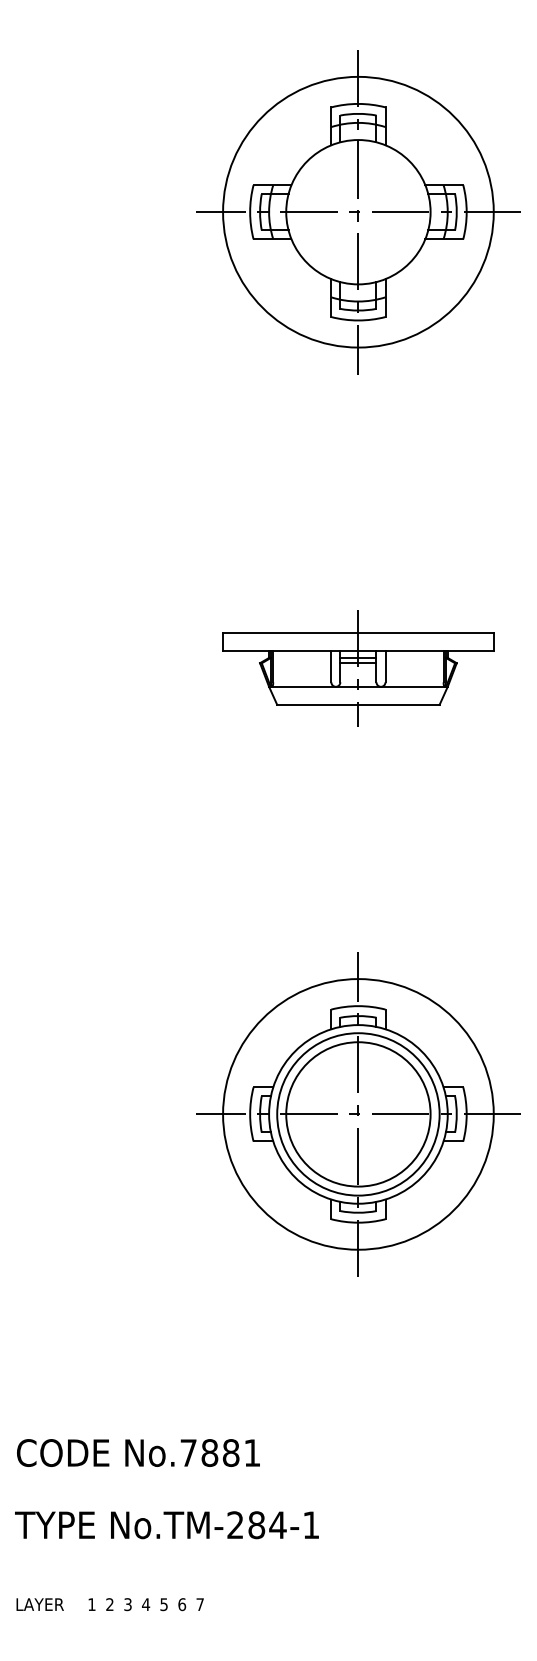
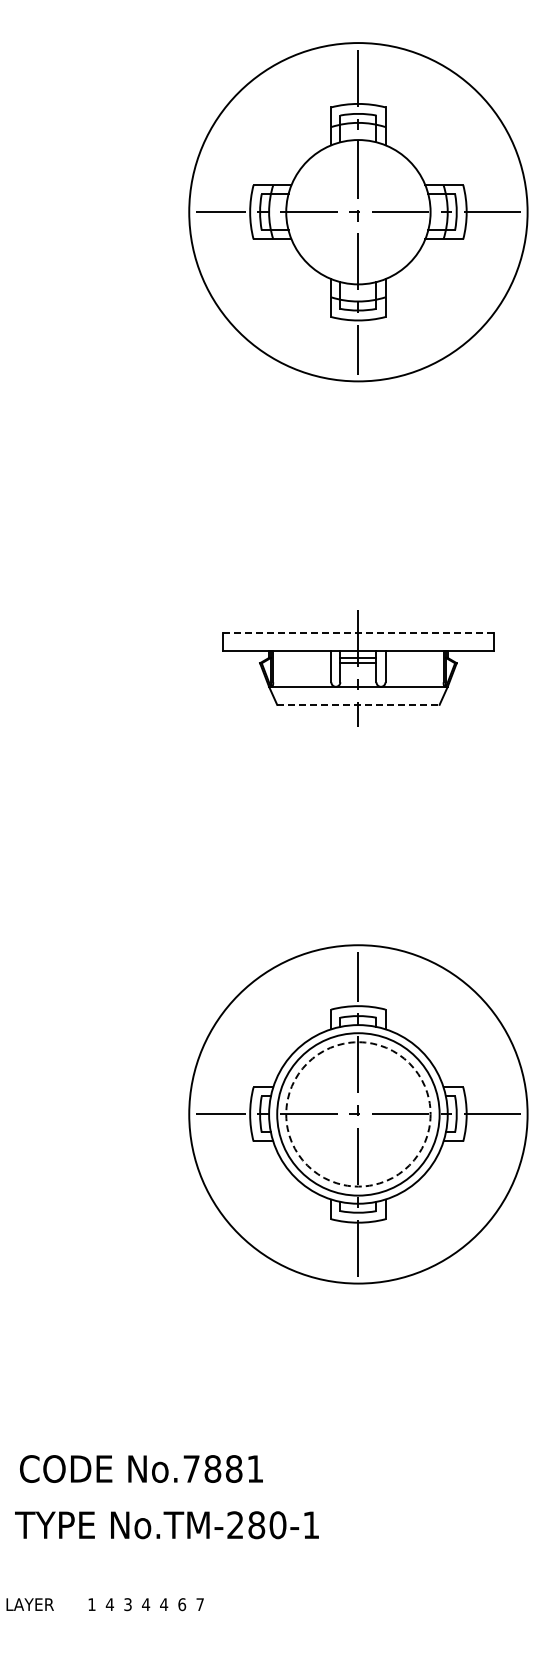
circle at (358, 211) diameter: 271 px -> 338 px
line at (358, 632): solid -> dashed
line at (358, 704): solid -> dashed
circle at (358, 1114) diameter: 271 px -> 338 px
circle at (358, 1114): solid -> dashed
text at (138, 1452) position: (138, 1452) -> (141, 1468)
text at (277, 1525): No.TM-284-1 -> No.TM-280-1
text at (39, 1604) position: (39, 1604) -> (29, 1604)
text at (109, 1604): 2 -> 4
text at (164, 1604): 5 -> 4
